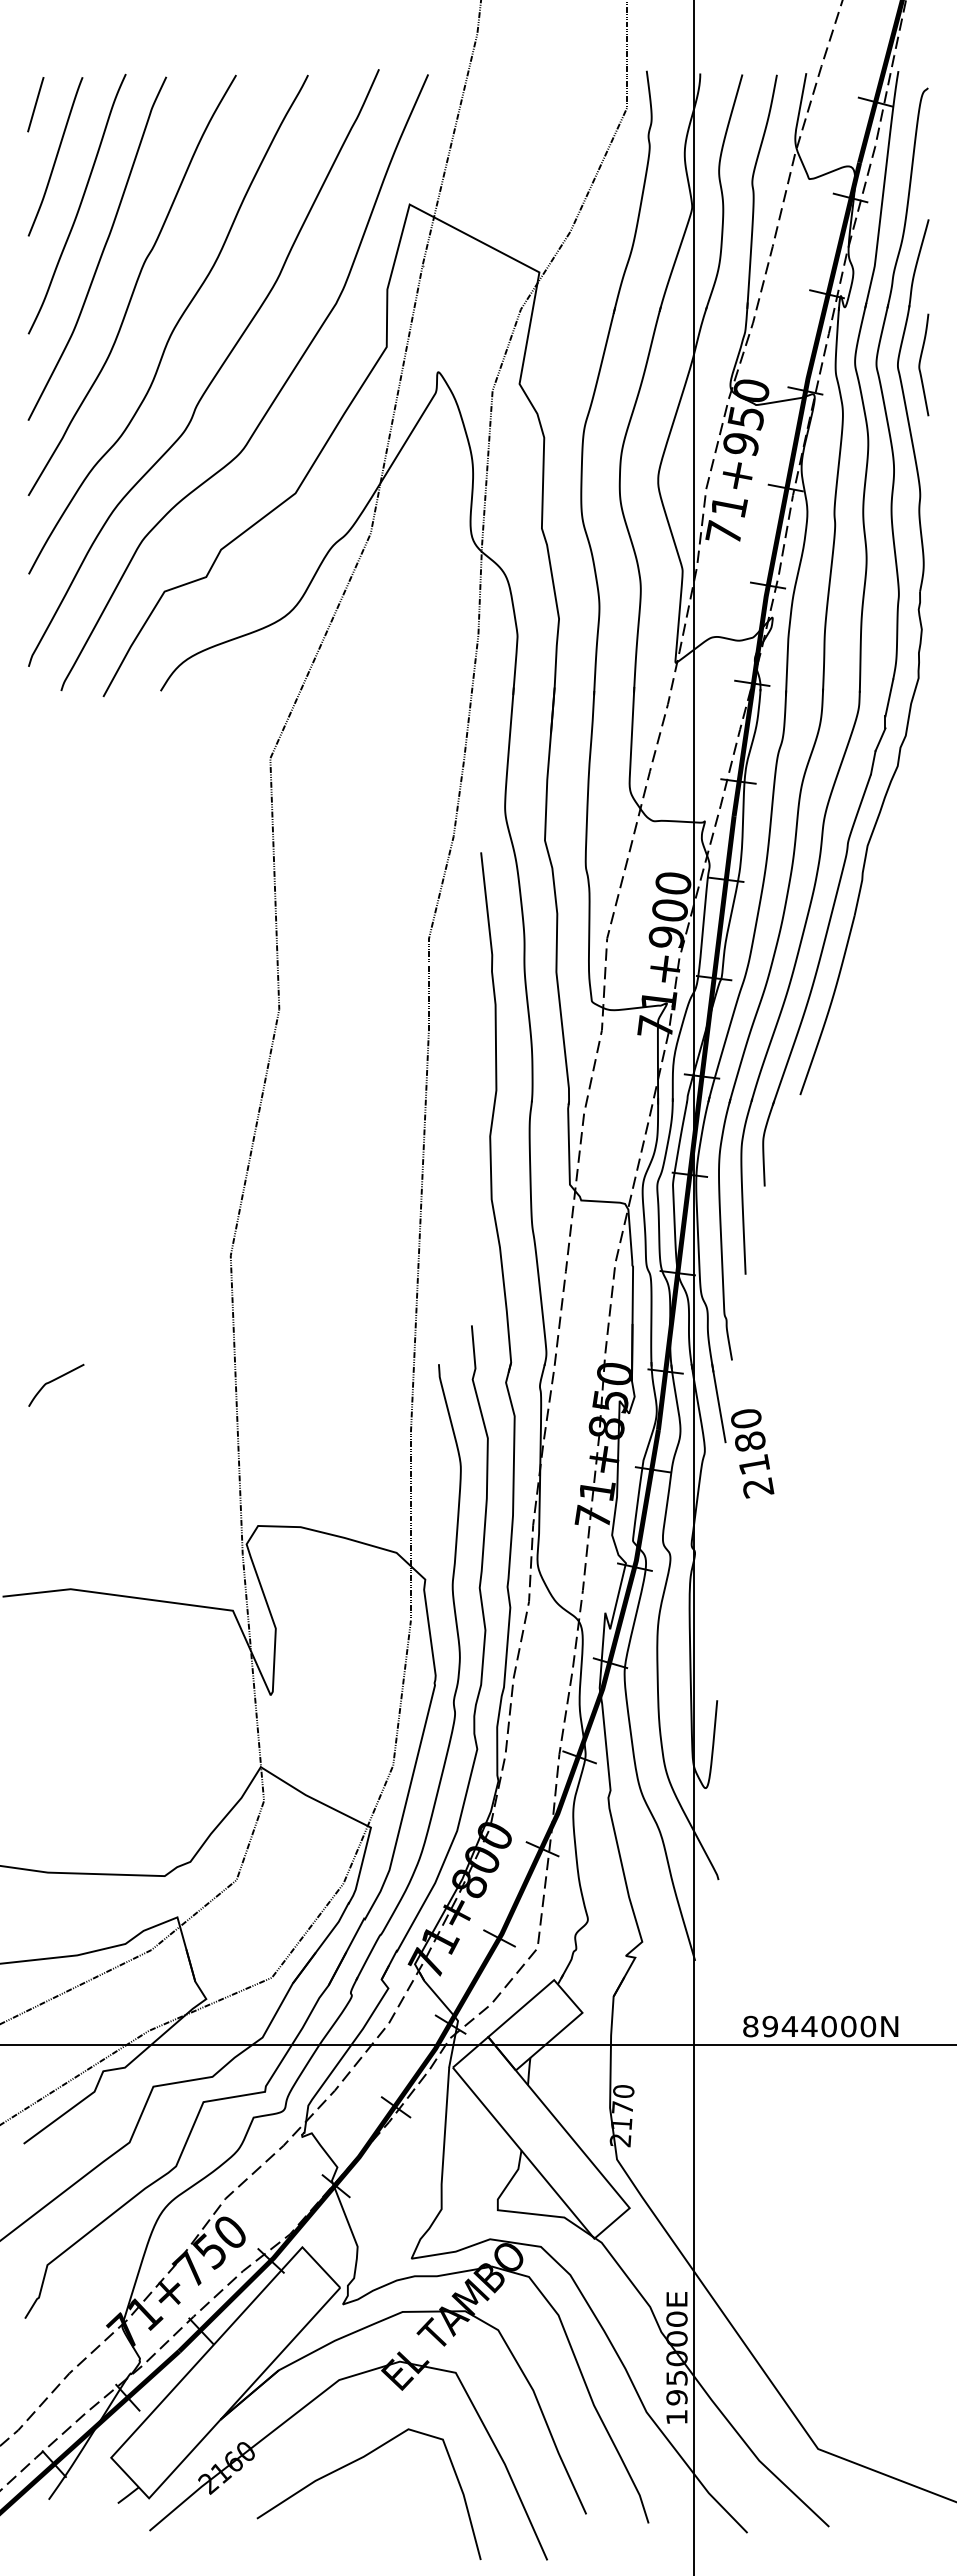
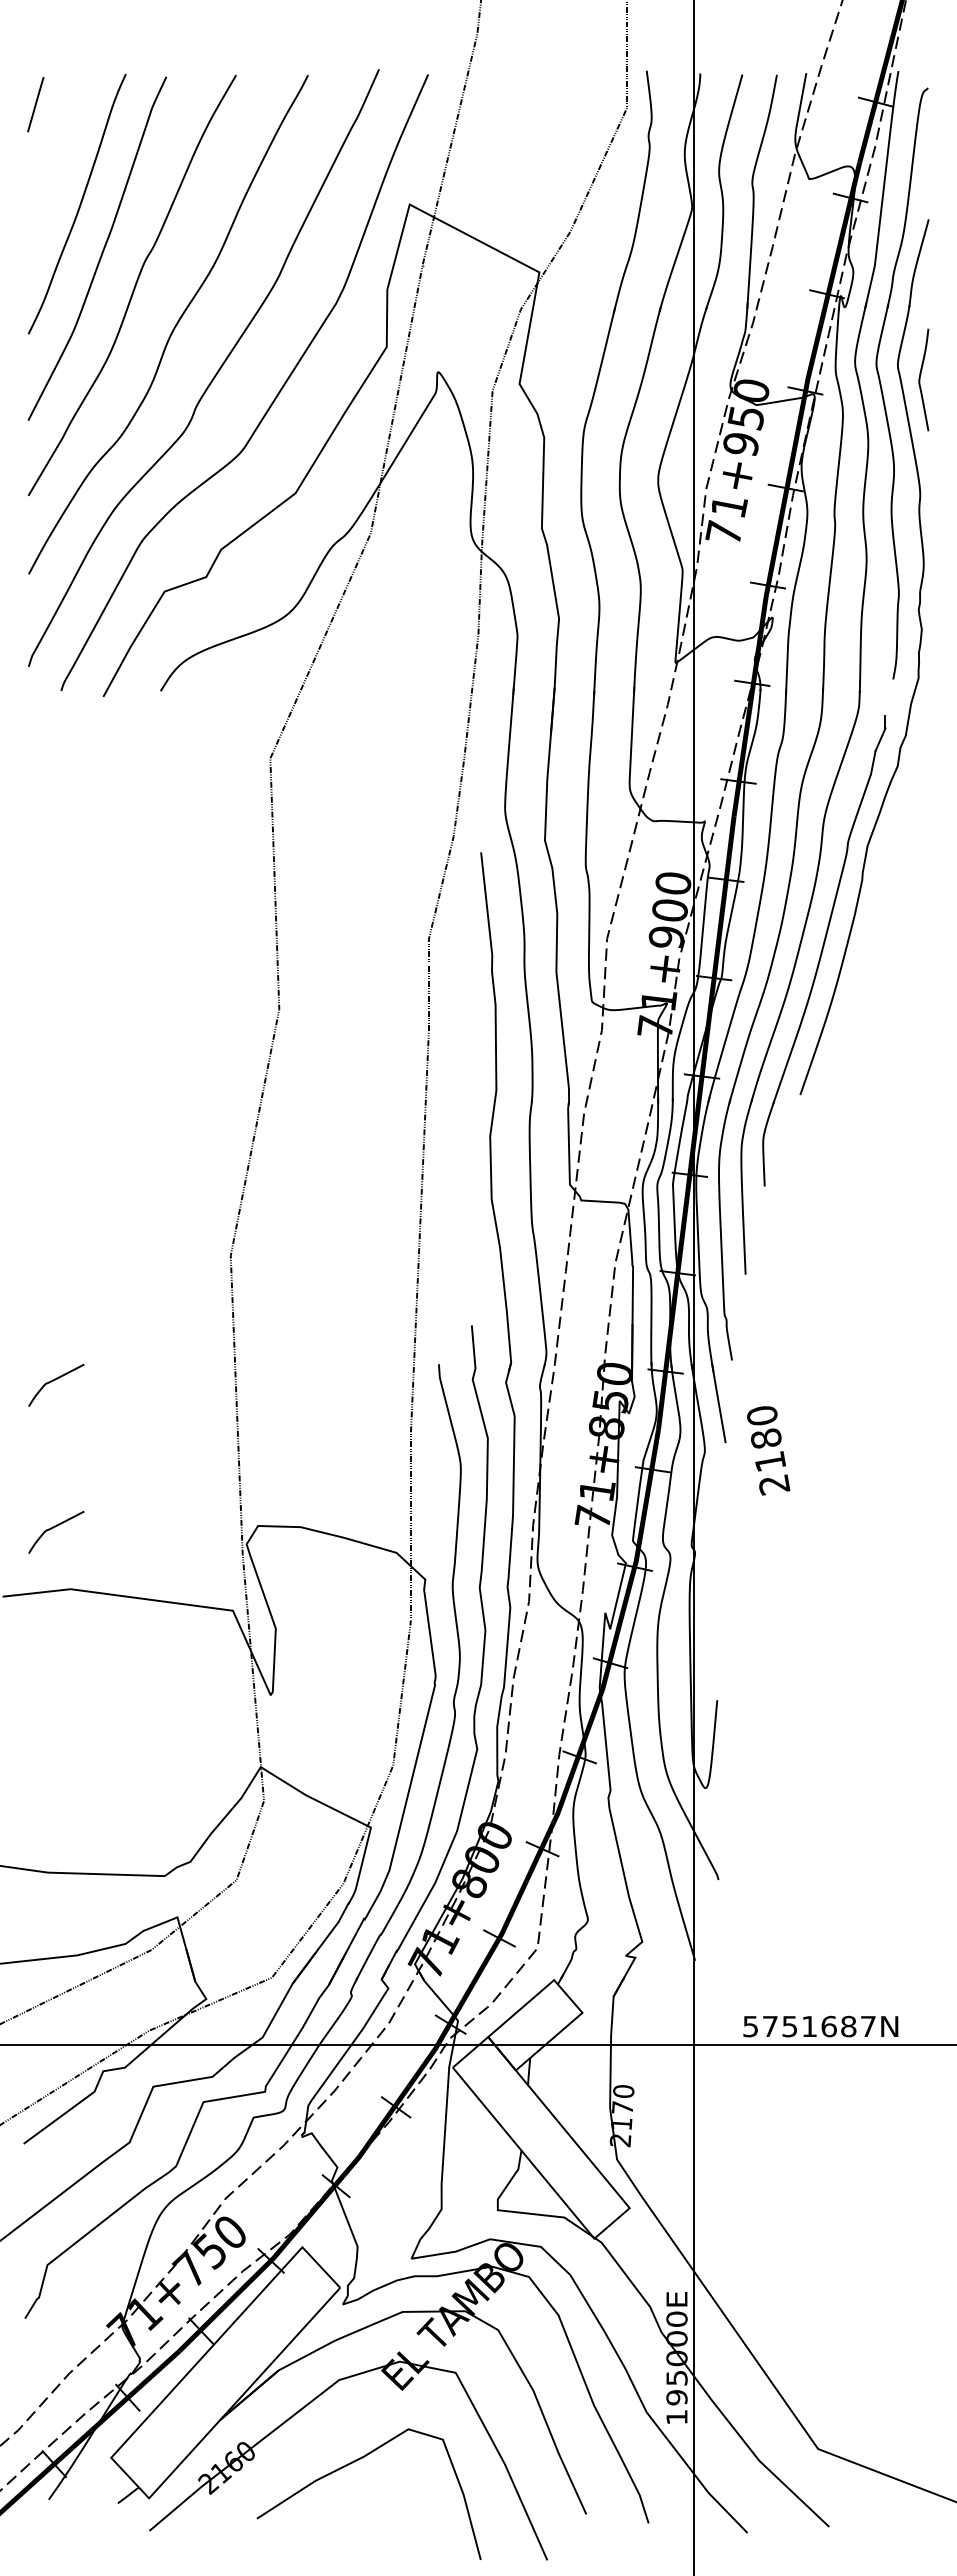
curve at (55, 156): present -> none
curve at (920, 364) position: (920, 364) -> (920, 379)
line at (889, 697): present -> none
text at (752, 1453) position: (752, 1453) -> (768, 1450)
curve at (55, 1527): none -> present
text at (809, 2026): 8944000N -> 5751687N
